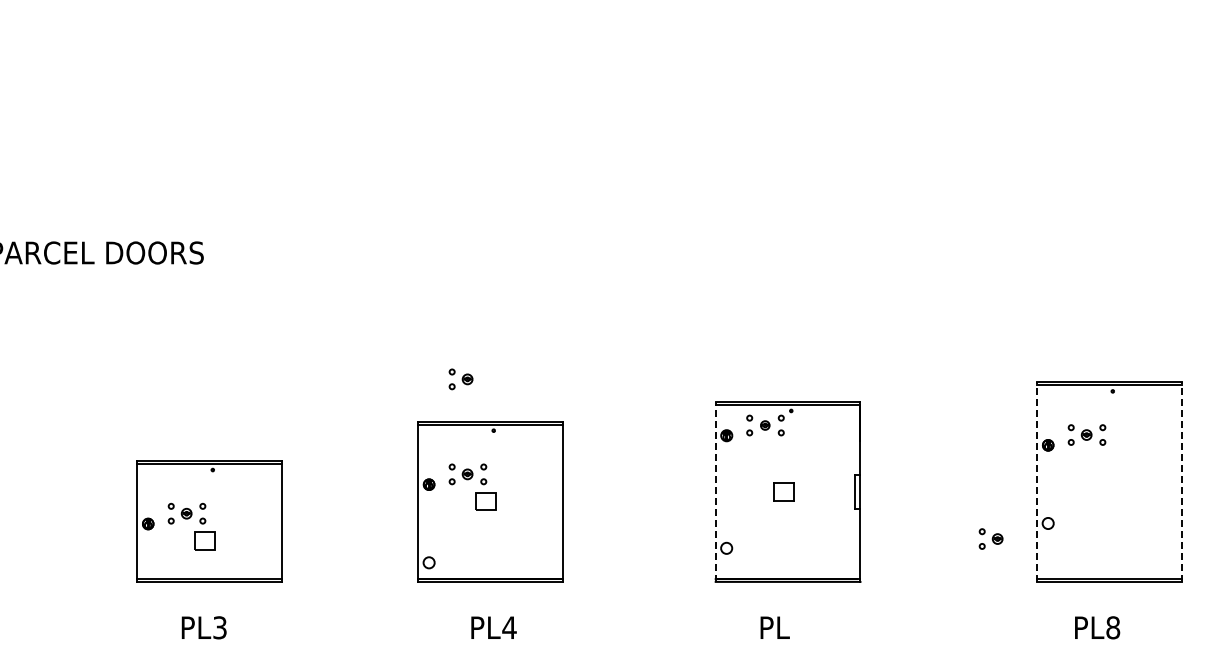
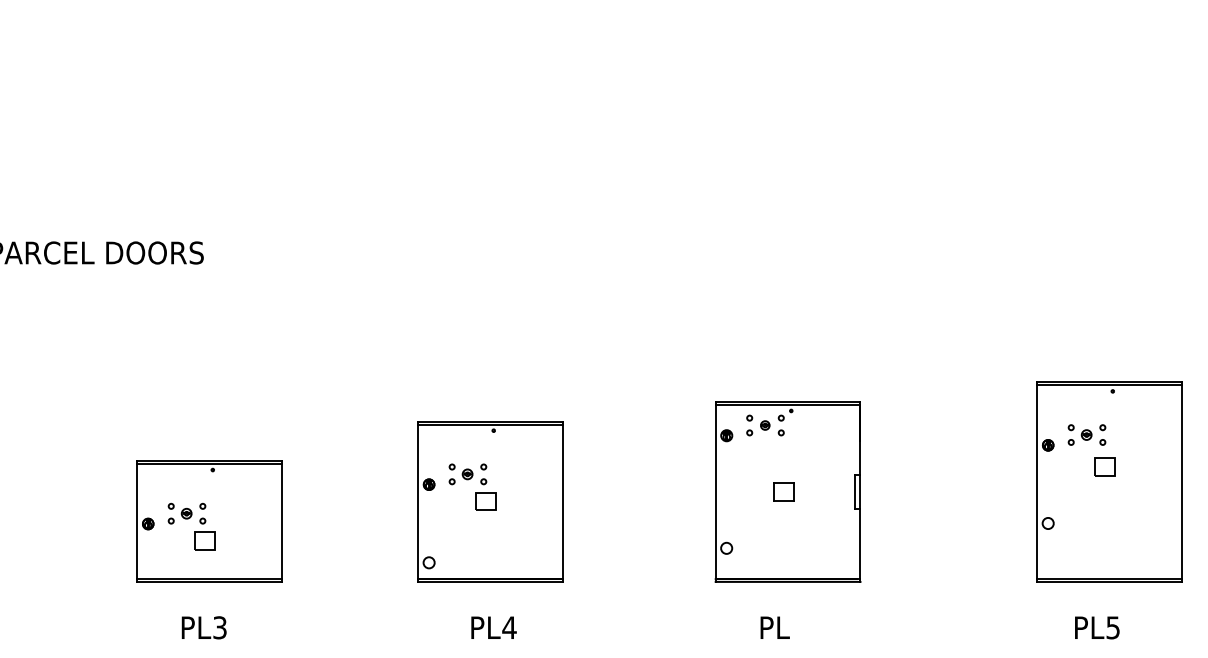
part at (460, 379): present -> none
part at (1104, 466): none -> present
line at (1037, 482): dashed -> solid
line at (1182, 482): dashed -> solid
line at (715, 492): dashed -> solid
part at (990, 538): present -> none
text at (1113, 627): PL8 -> PL5
